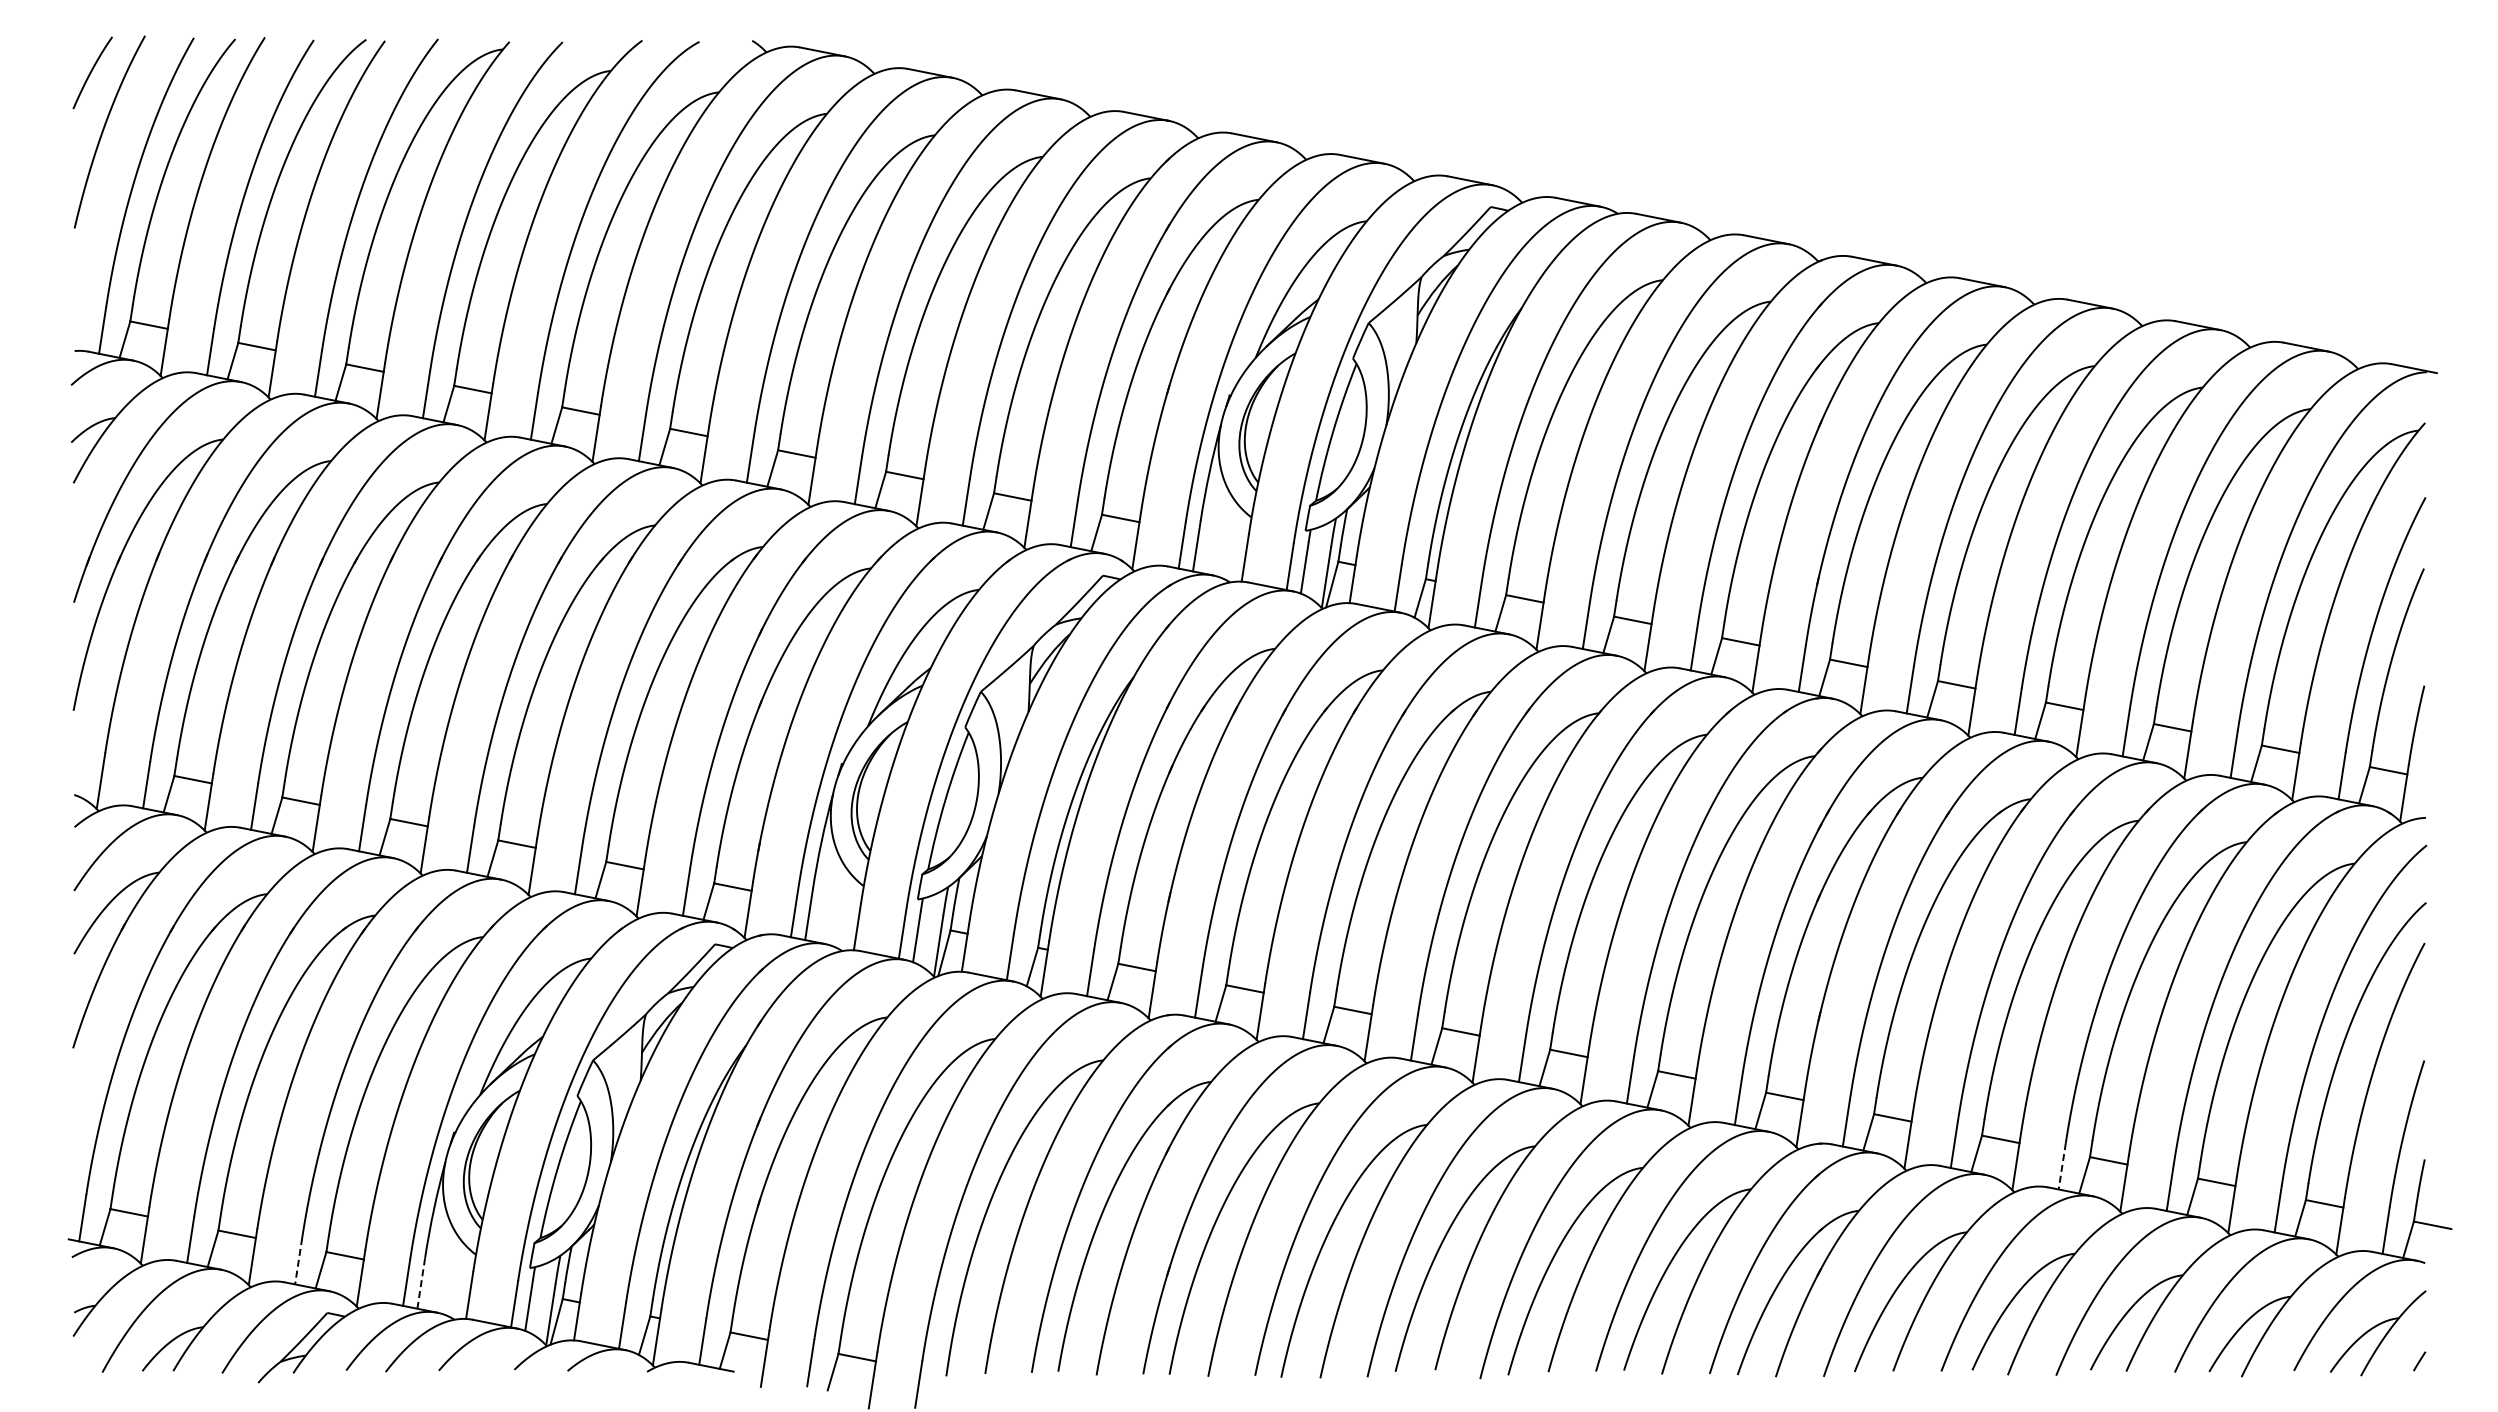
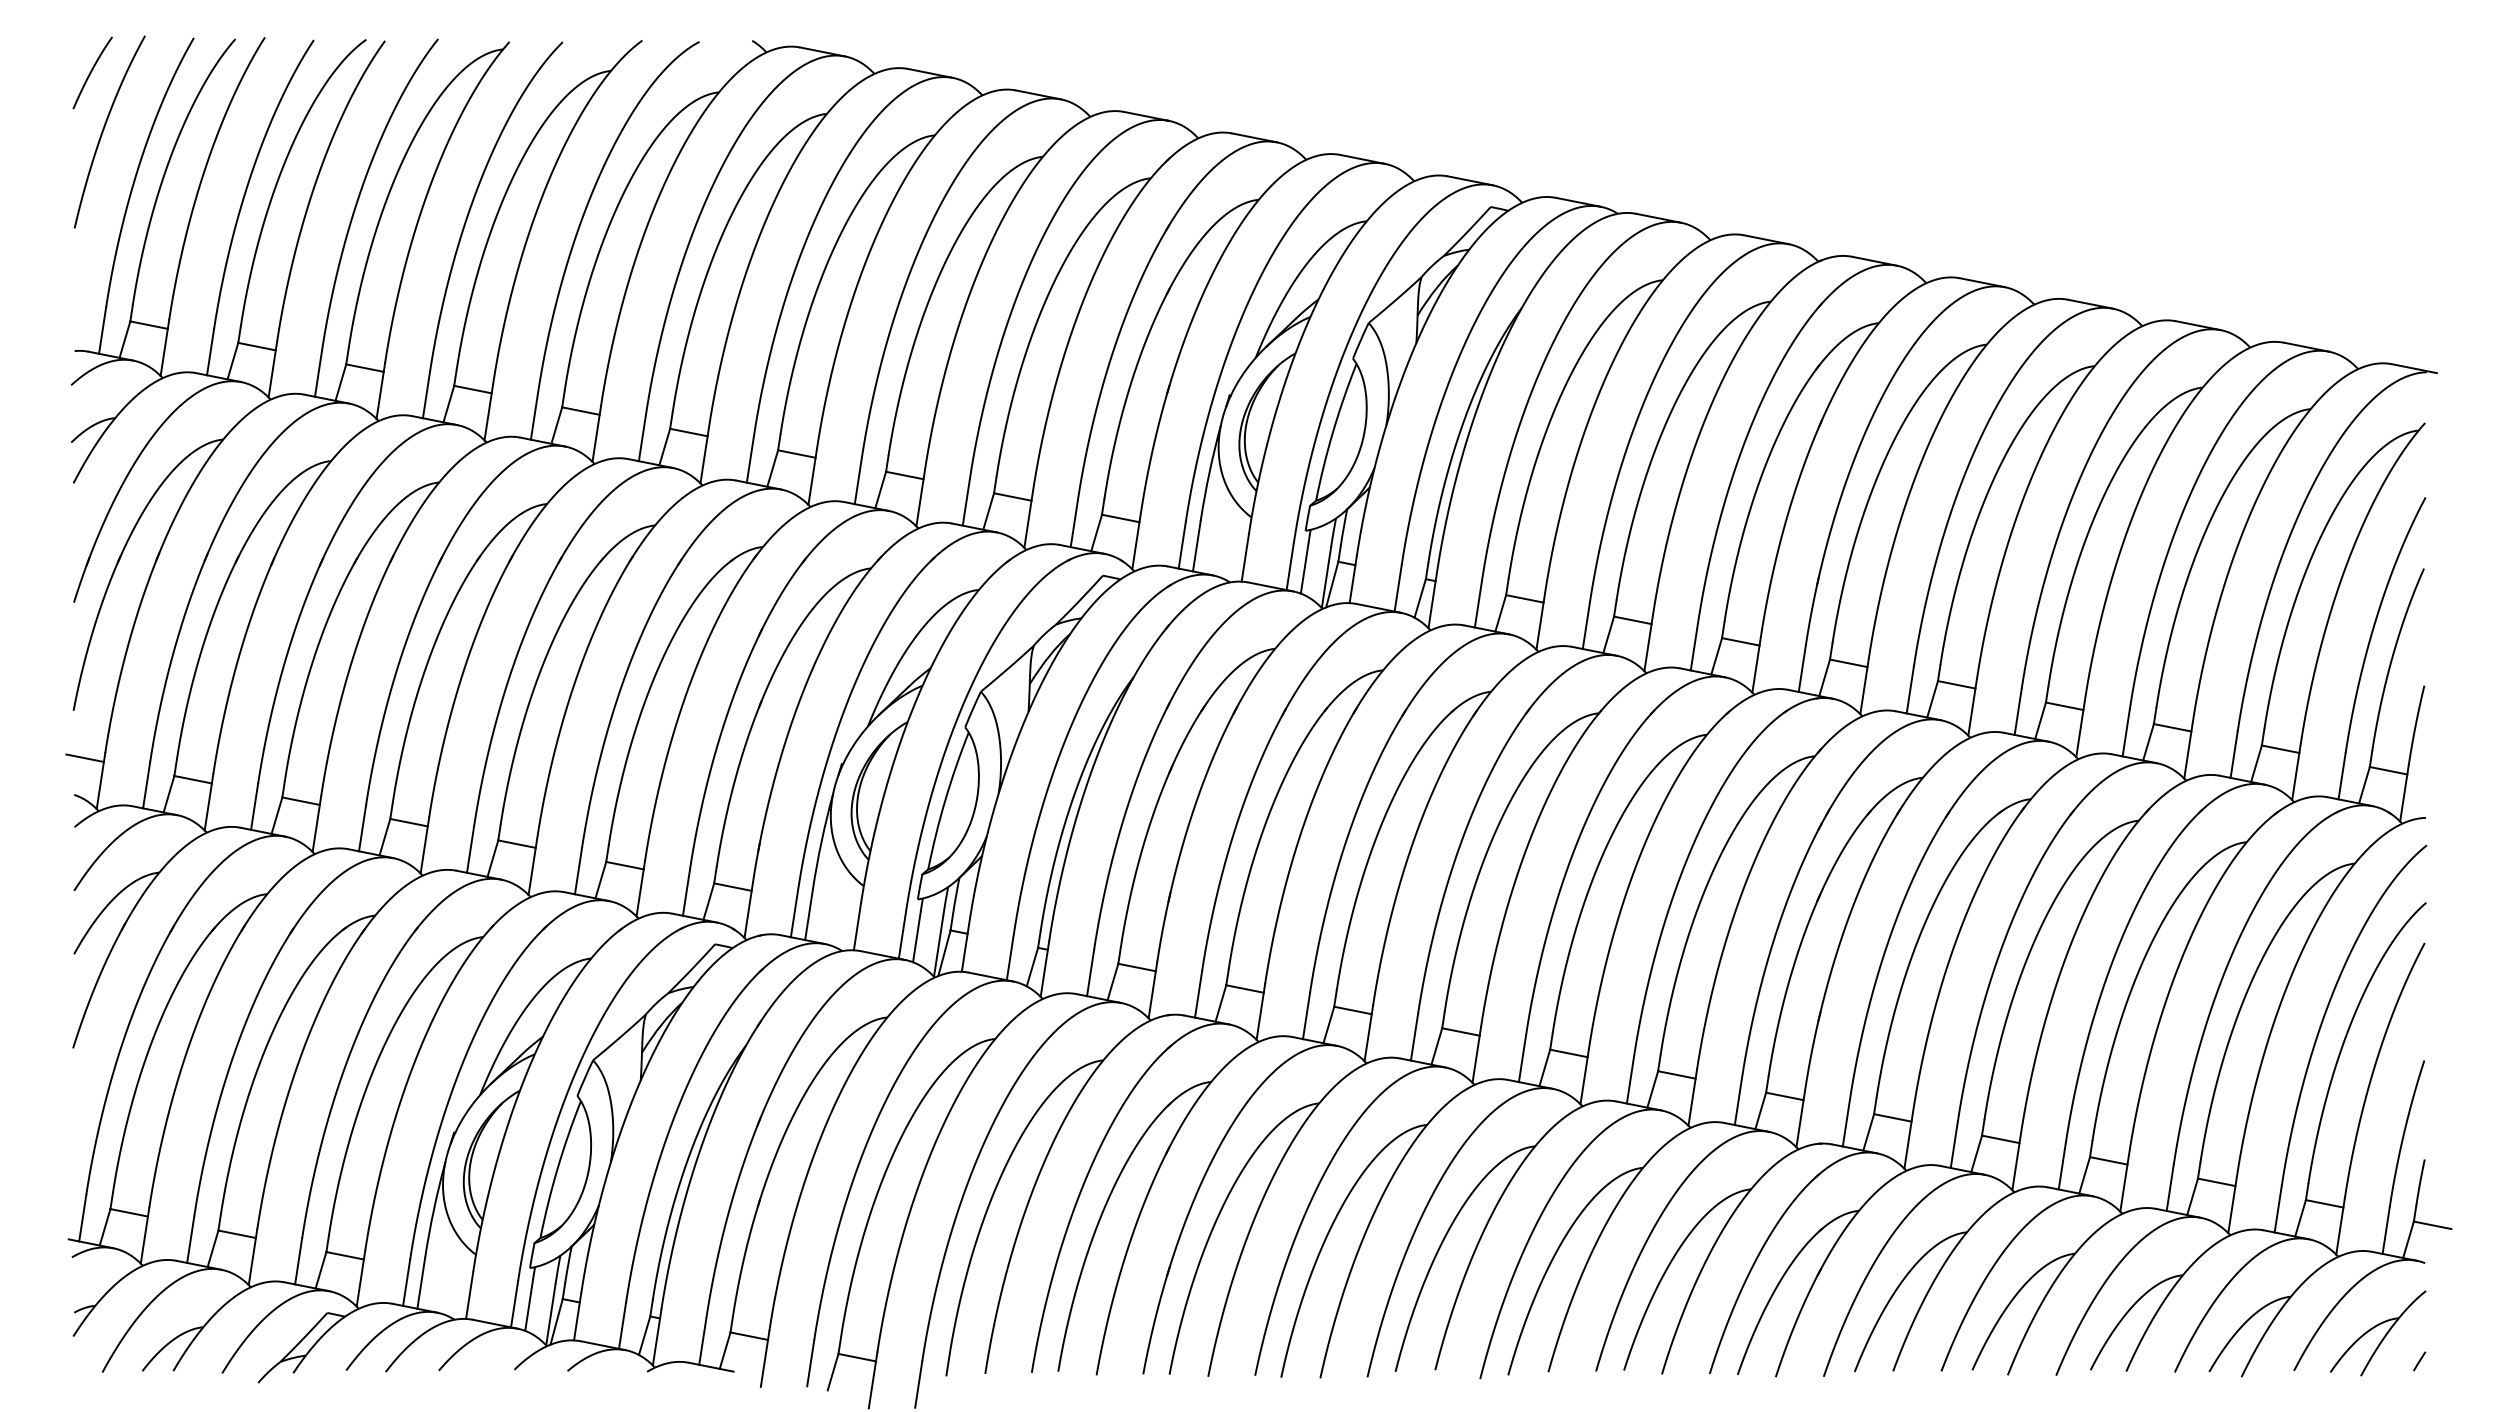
line at (84, 757): none -> present
line at (2062, 1166): dashed -> solid
line at (298, 1261): dashed -> solid
line at (421, 1284): dashed -> solid
